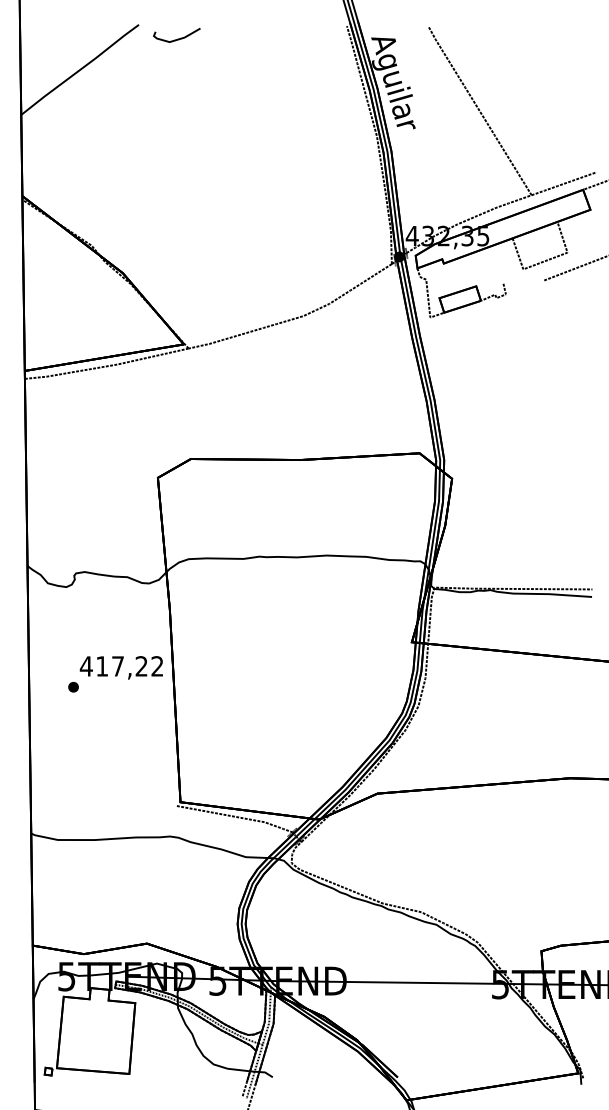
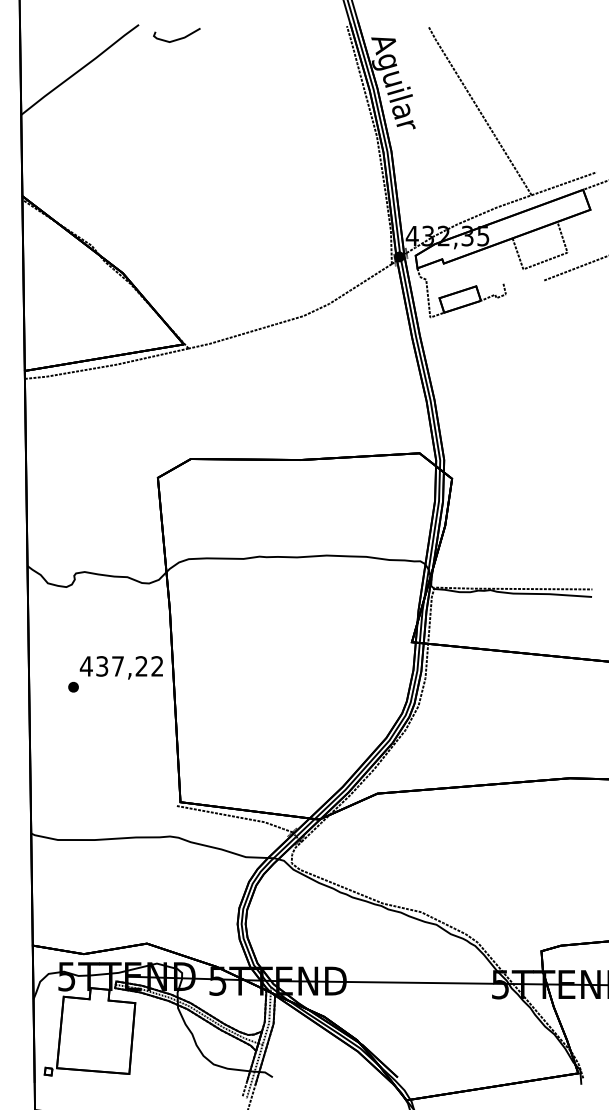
text at (102, 666): 417,22 -> 437,22
